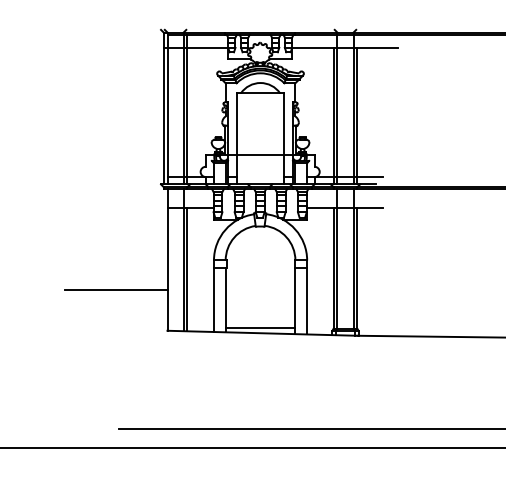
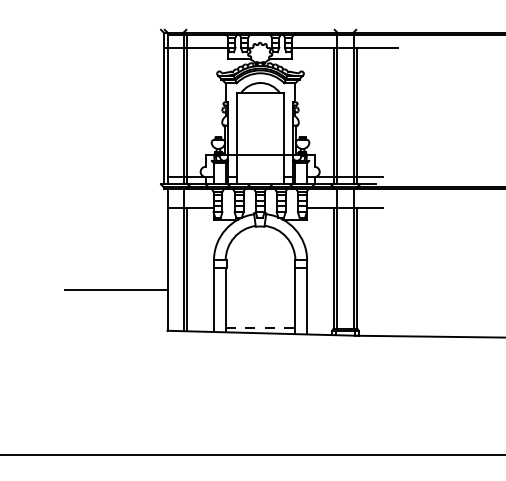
line at (260, 327): solid -> dashed
line at (310, 428): present -> none
line at (252, 448) position: (252, 448) -> (252, 455)
